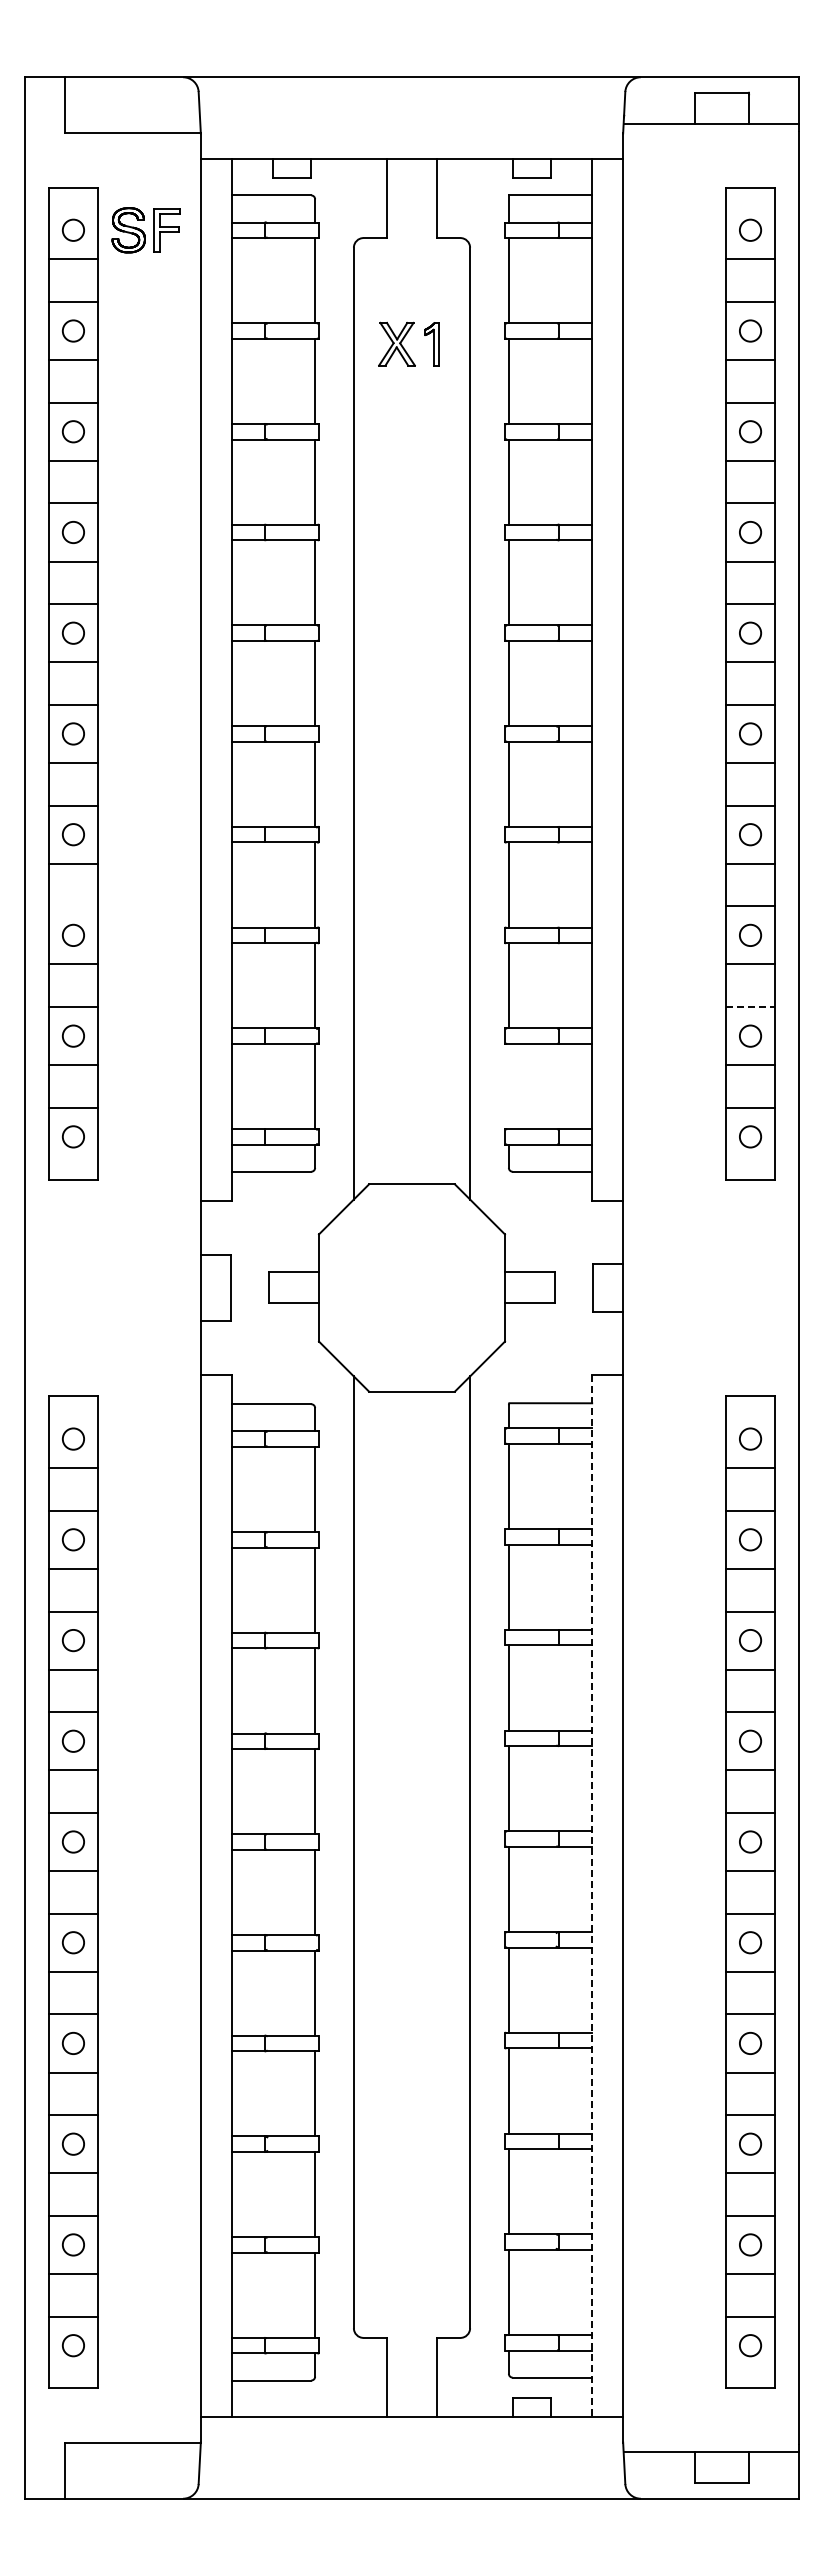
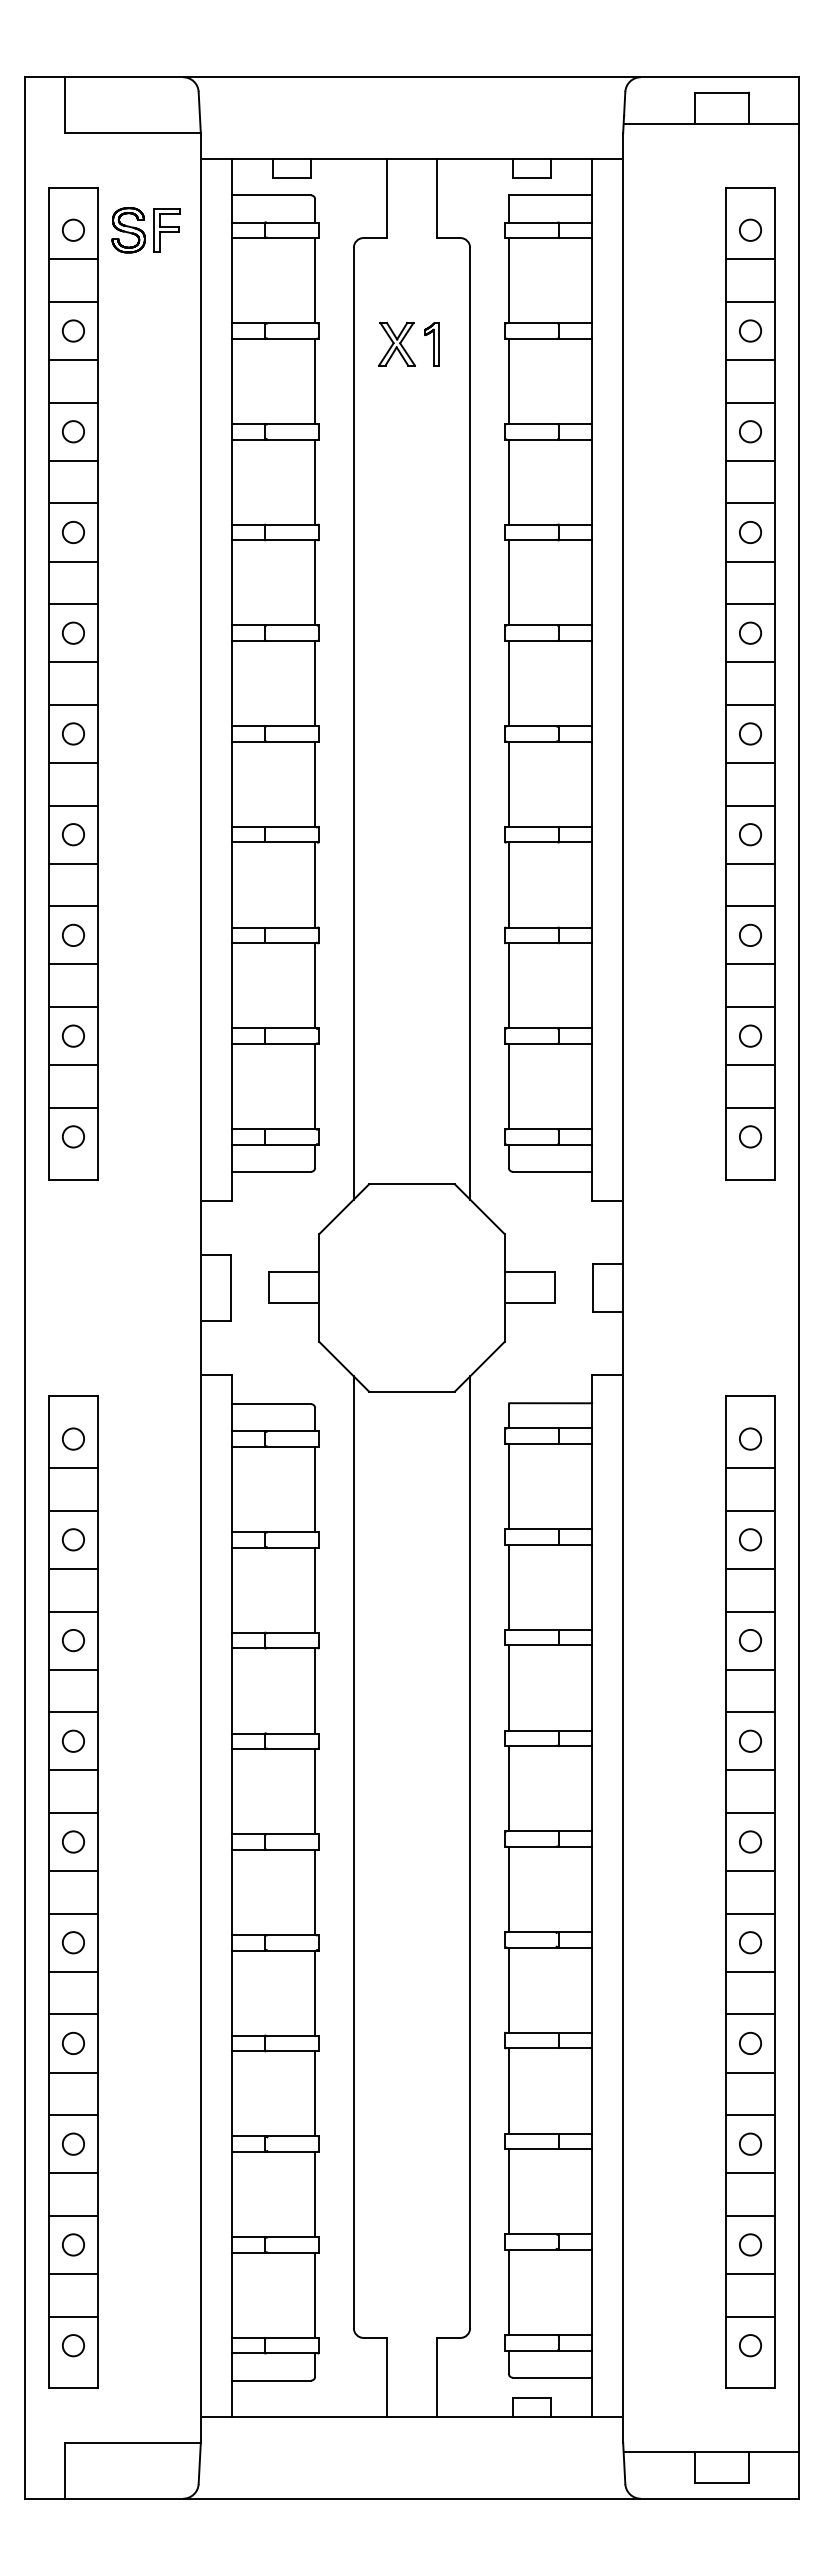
line at (73, 906): none -> present
line at (751, 1007): dashed -> solid
line at (508, 1086): none -> present
line at (592, 1896): dashed -> solid
